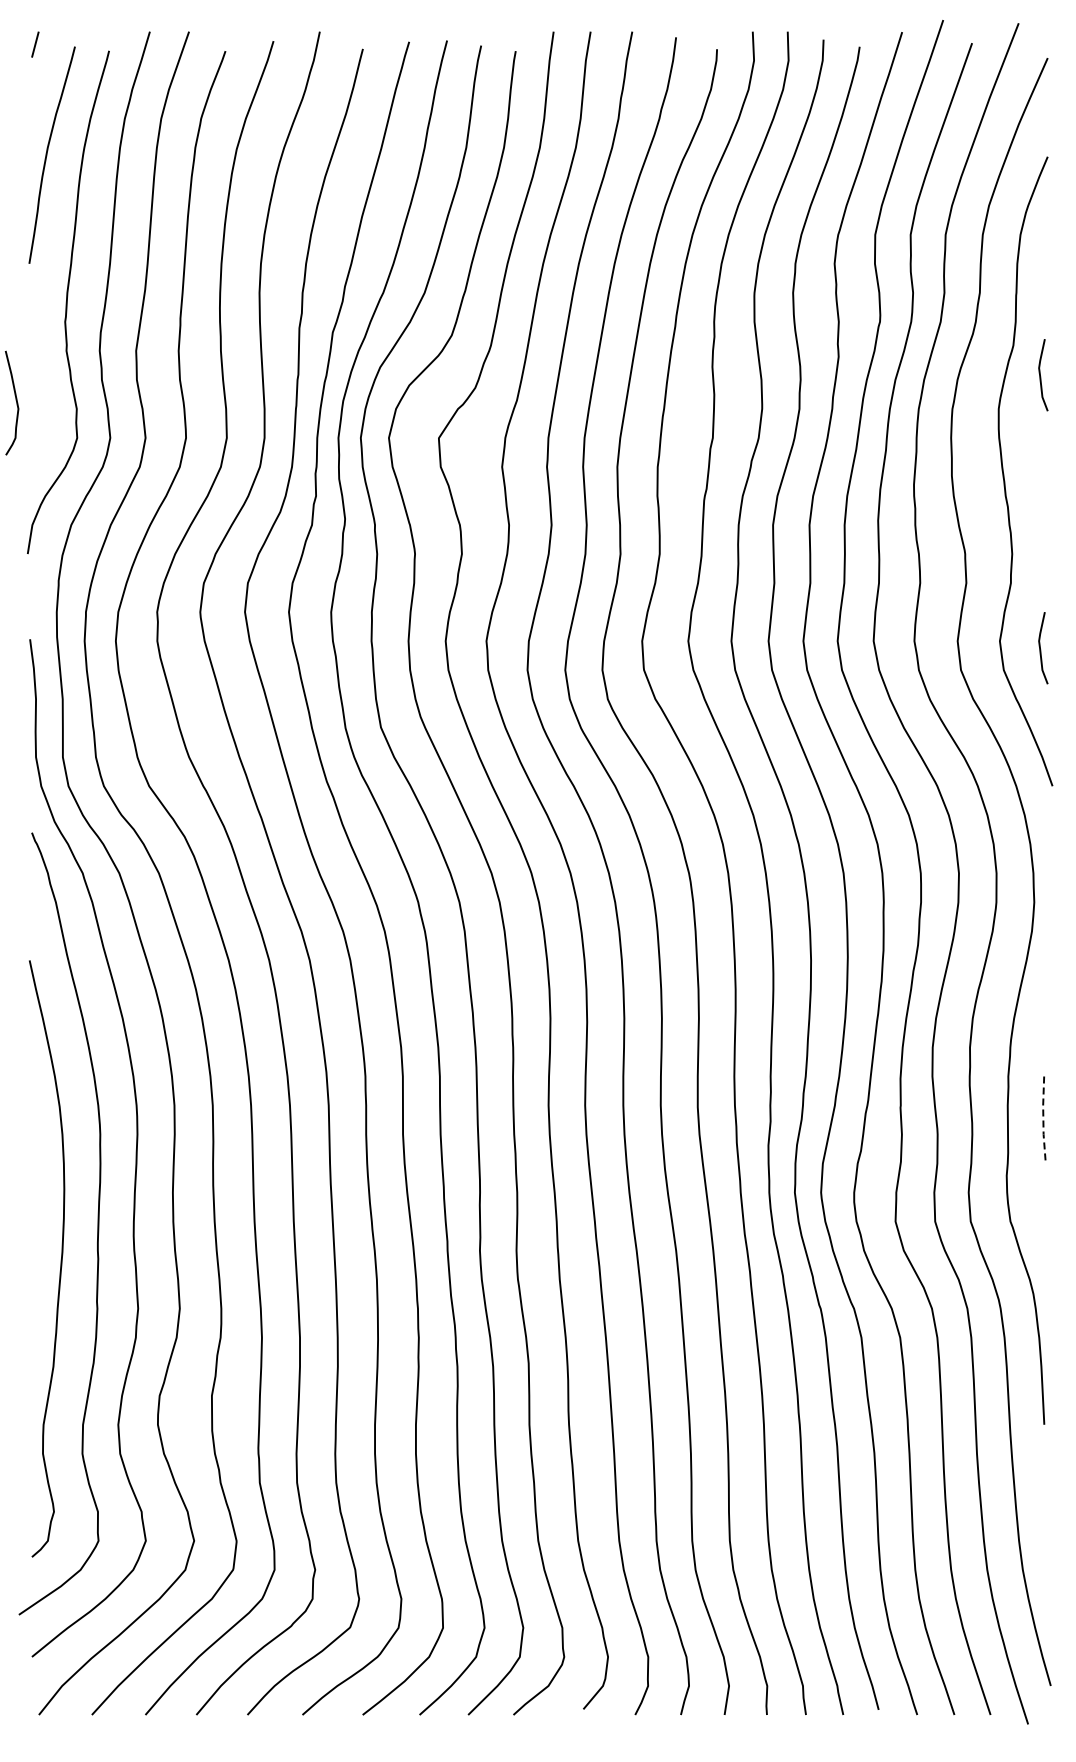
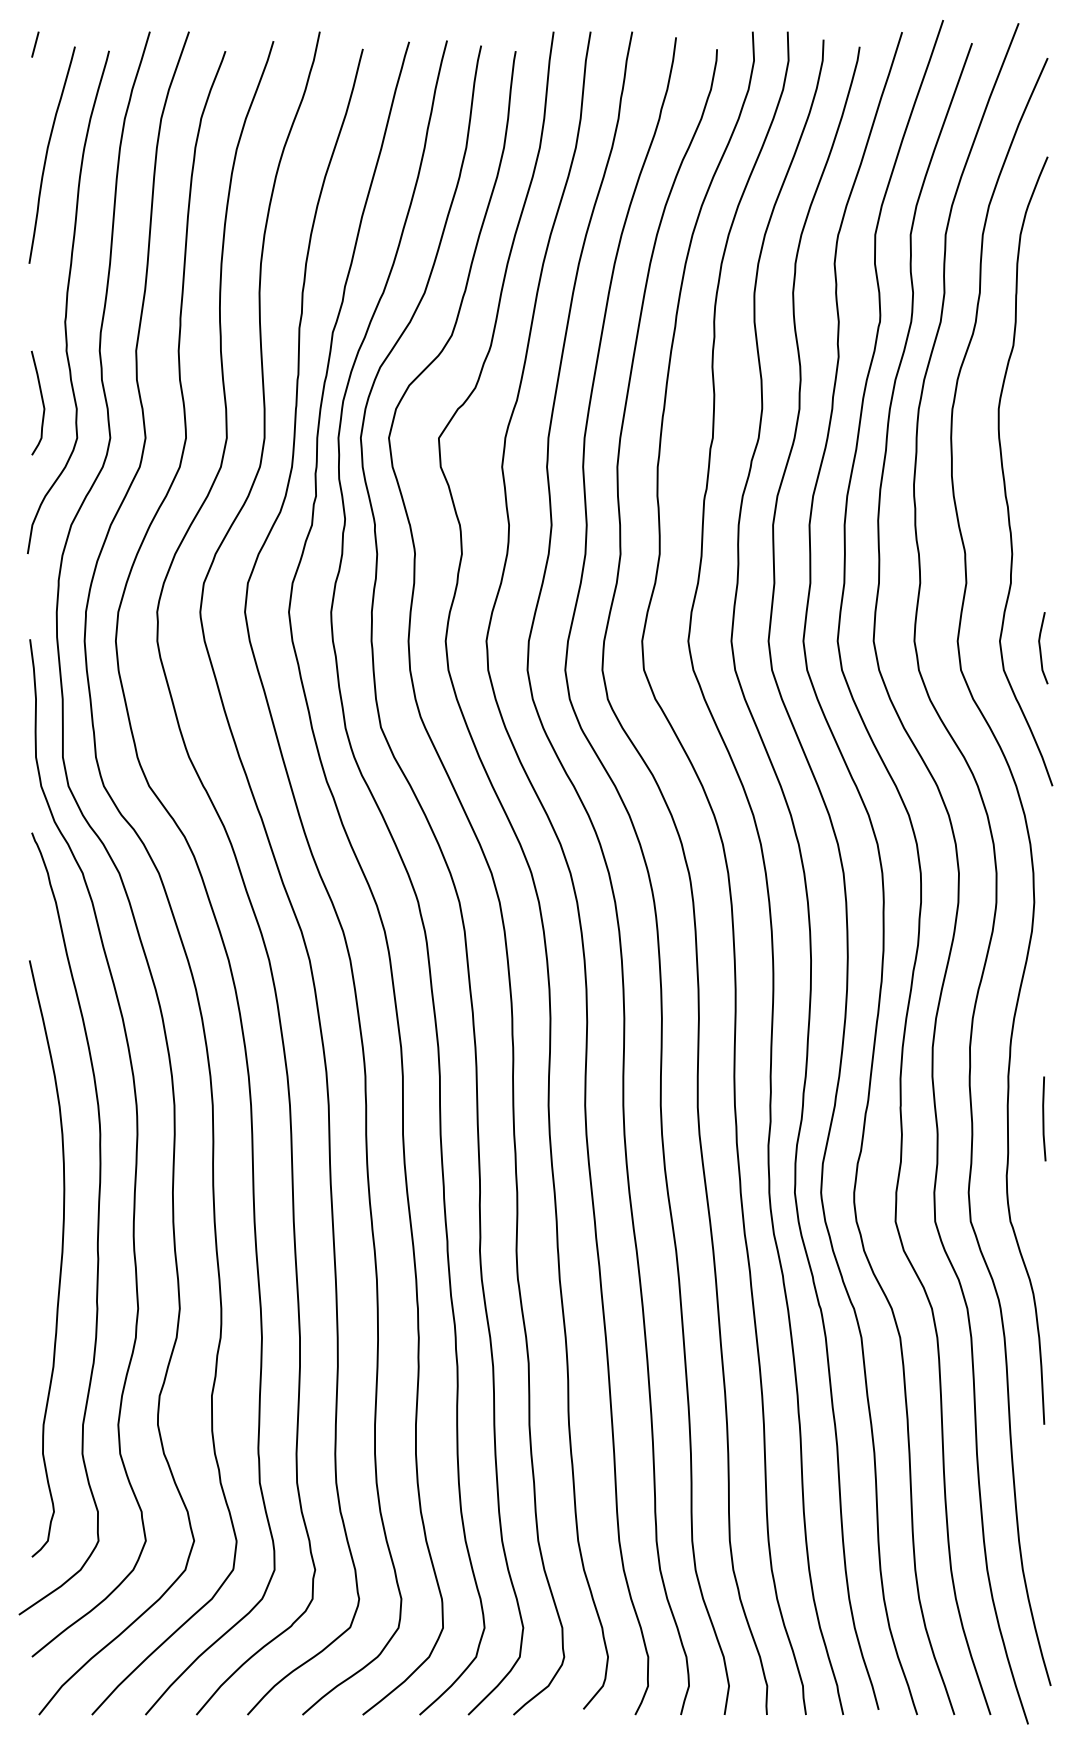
curve at (1041, 376): present -> none
curve at (15, 400) position: (15, 400) -> (41, 400)
line at (1043, 1119): dashed -> solid
